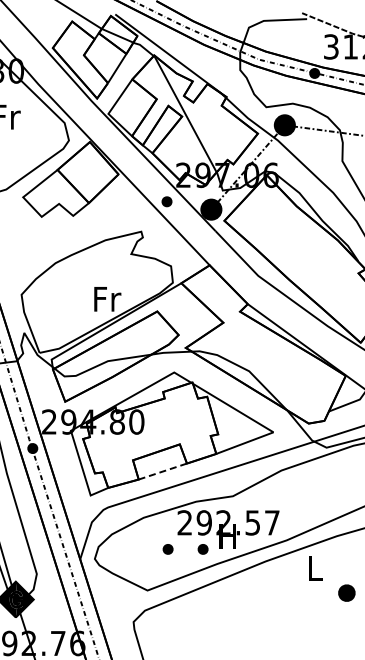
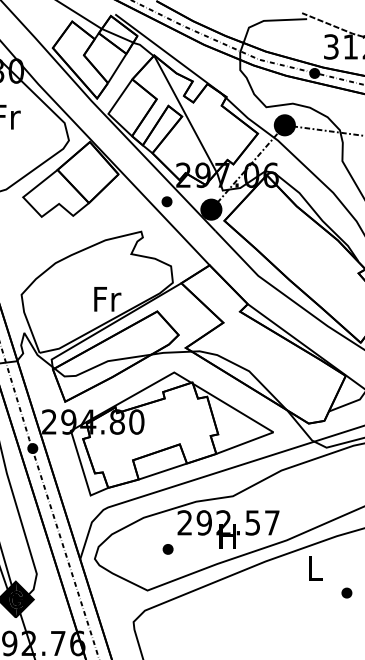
line at (162, 471): dashed -> solid
part at (202, 549): present -> none
part at (346, 592) size: 18x18 px -> 12x12 px
